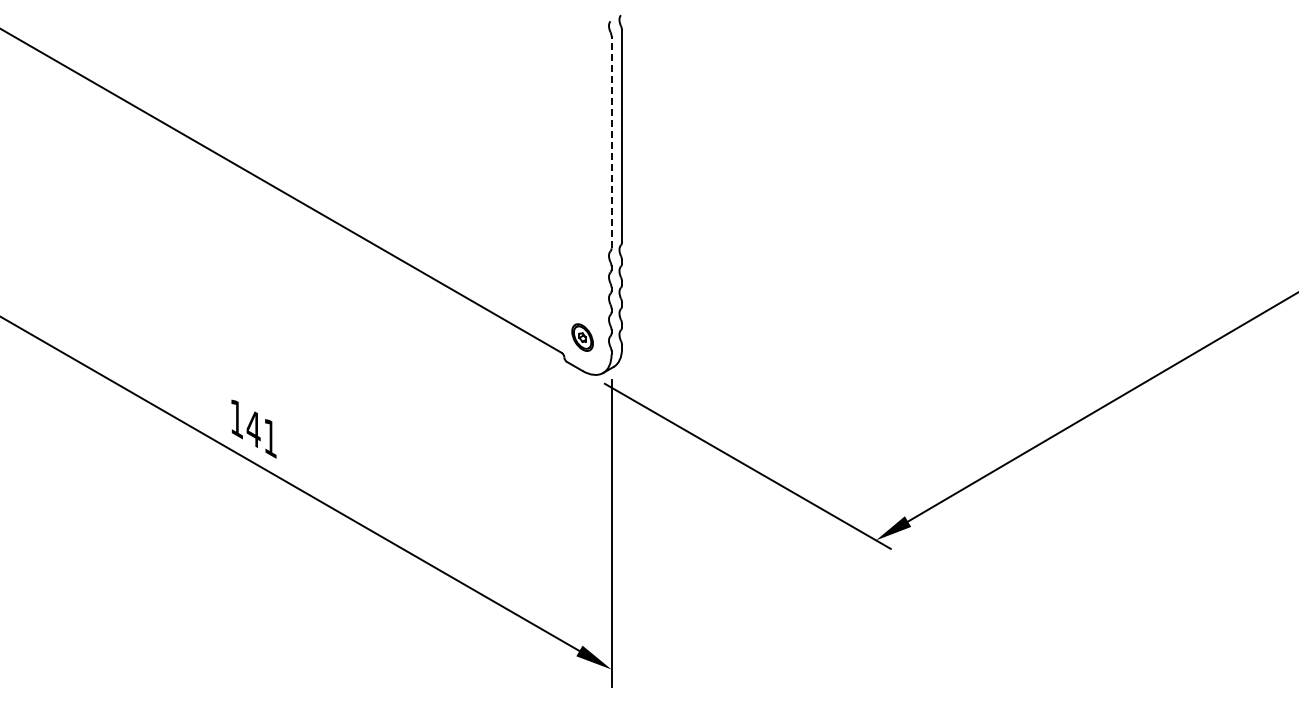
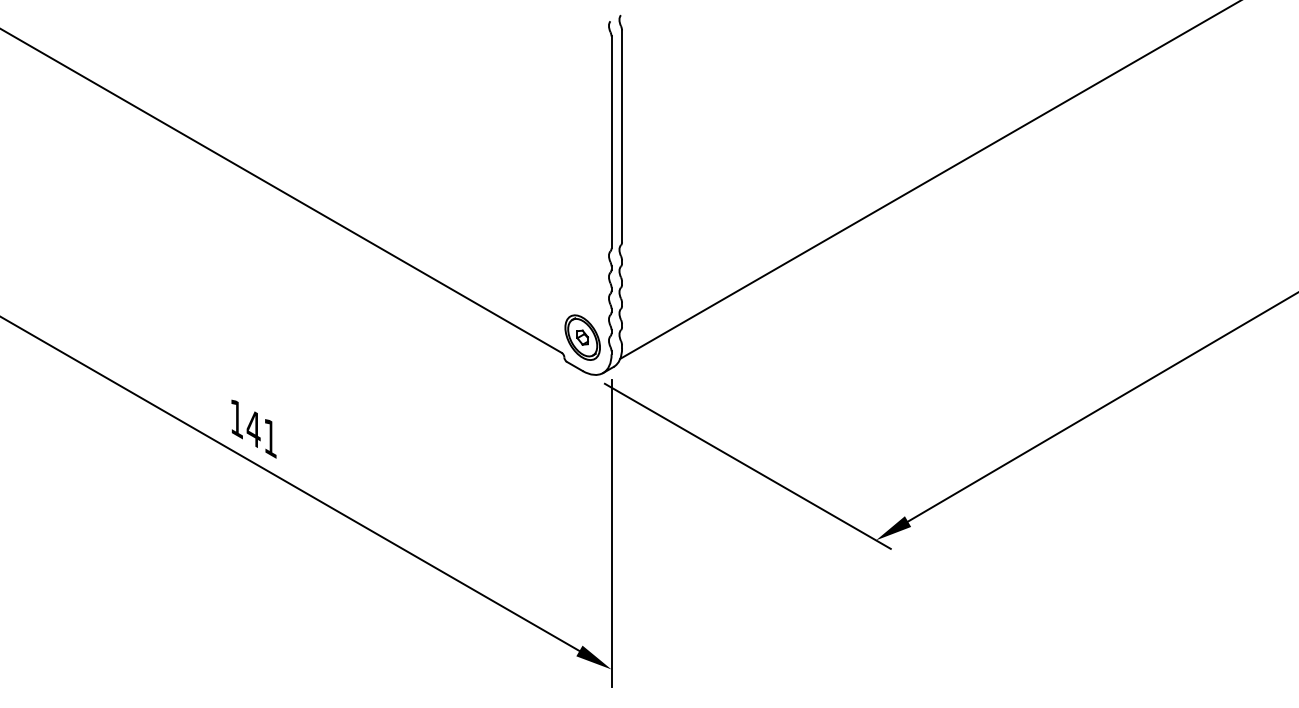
line at (611, 142): dashed -> solid
line at (928, 180): none -> present
part at (582, 337) size: 23x29 px -> 37x47 px
